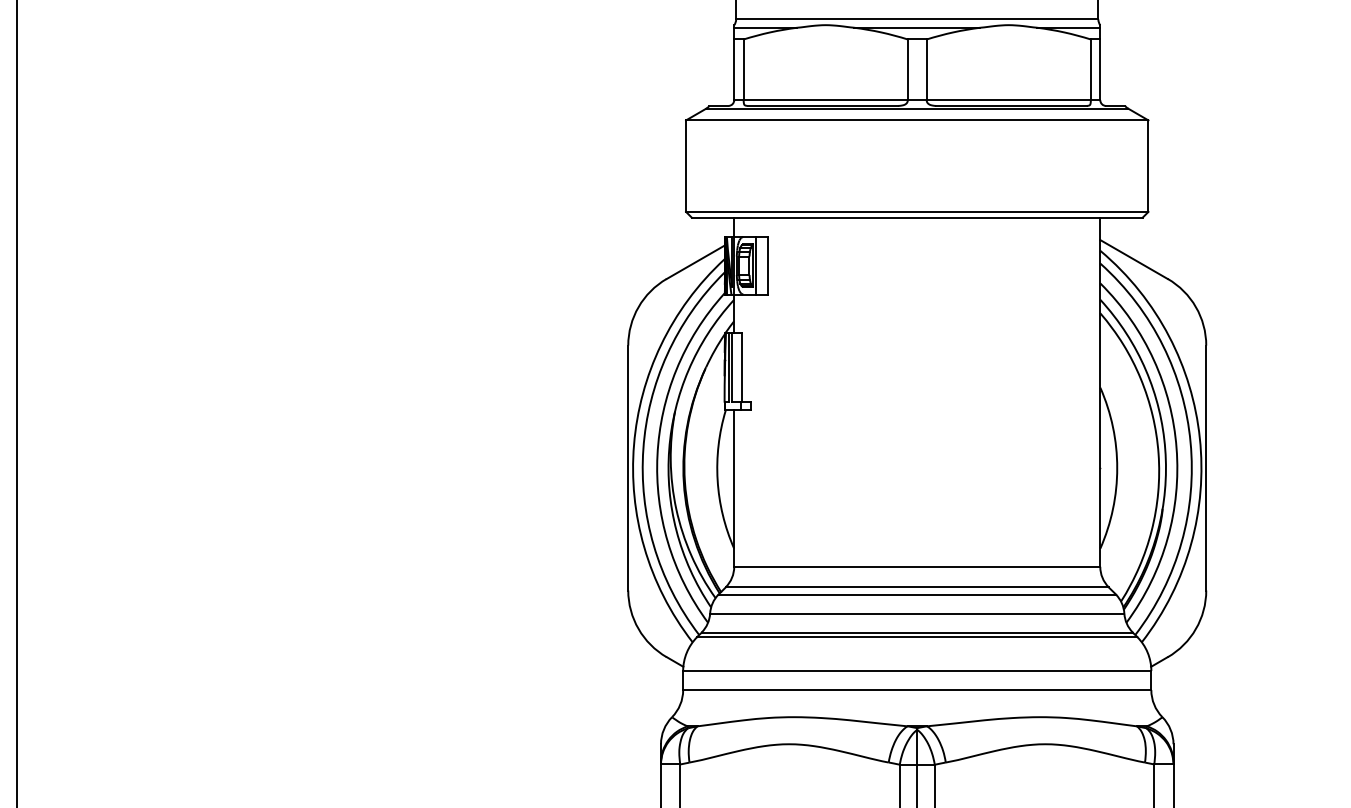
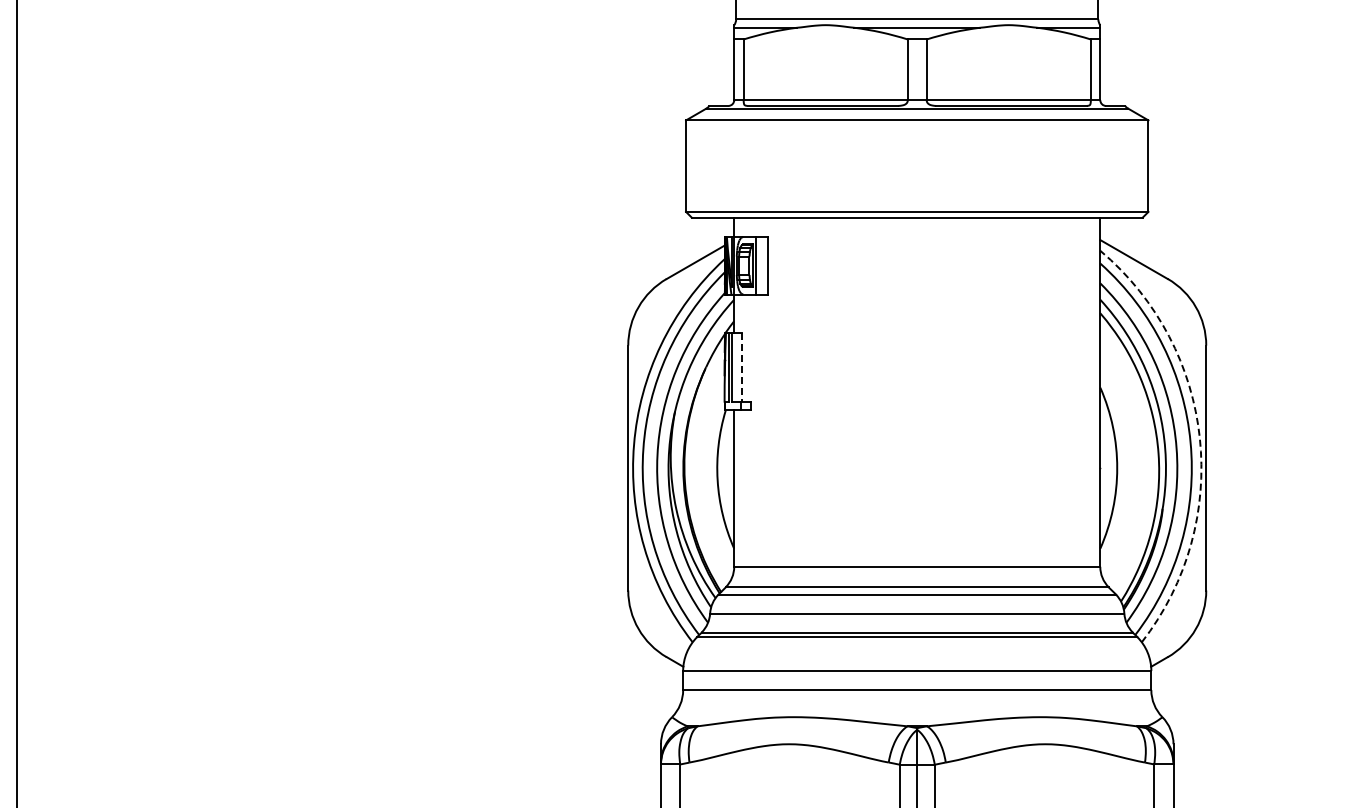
line at (741, 368): solid -> dashed
arc at (1199, 438): solid -> dashed
